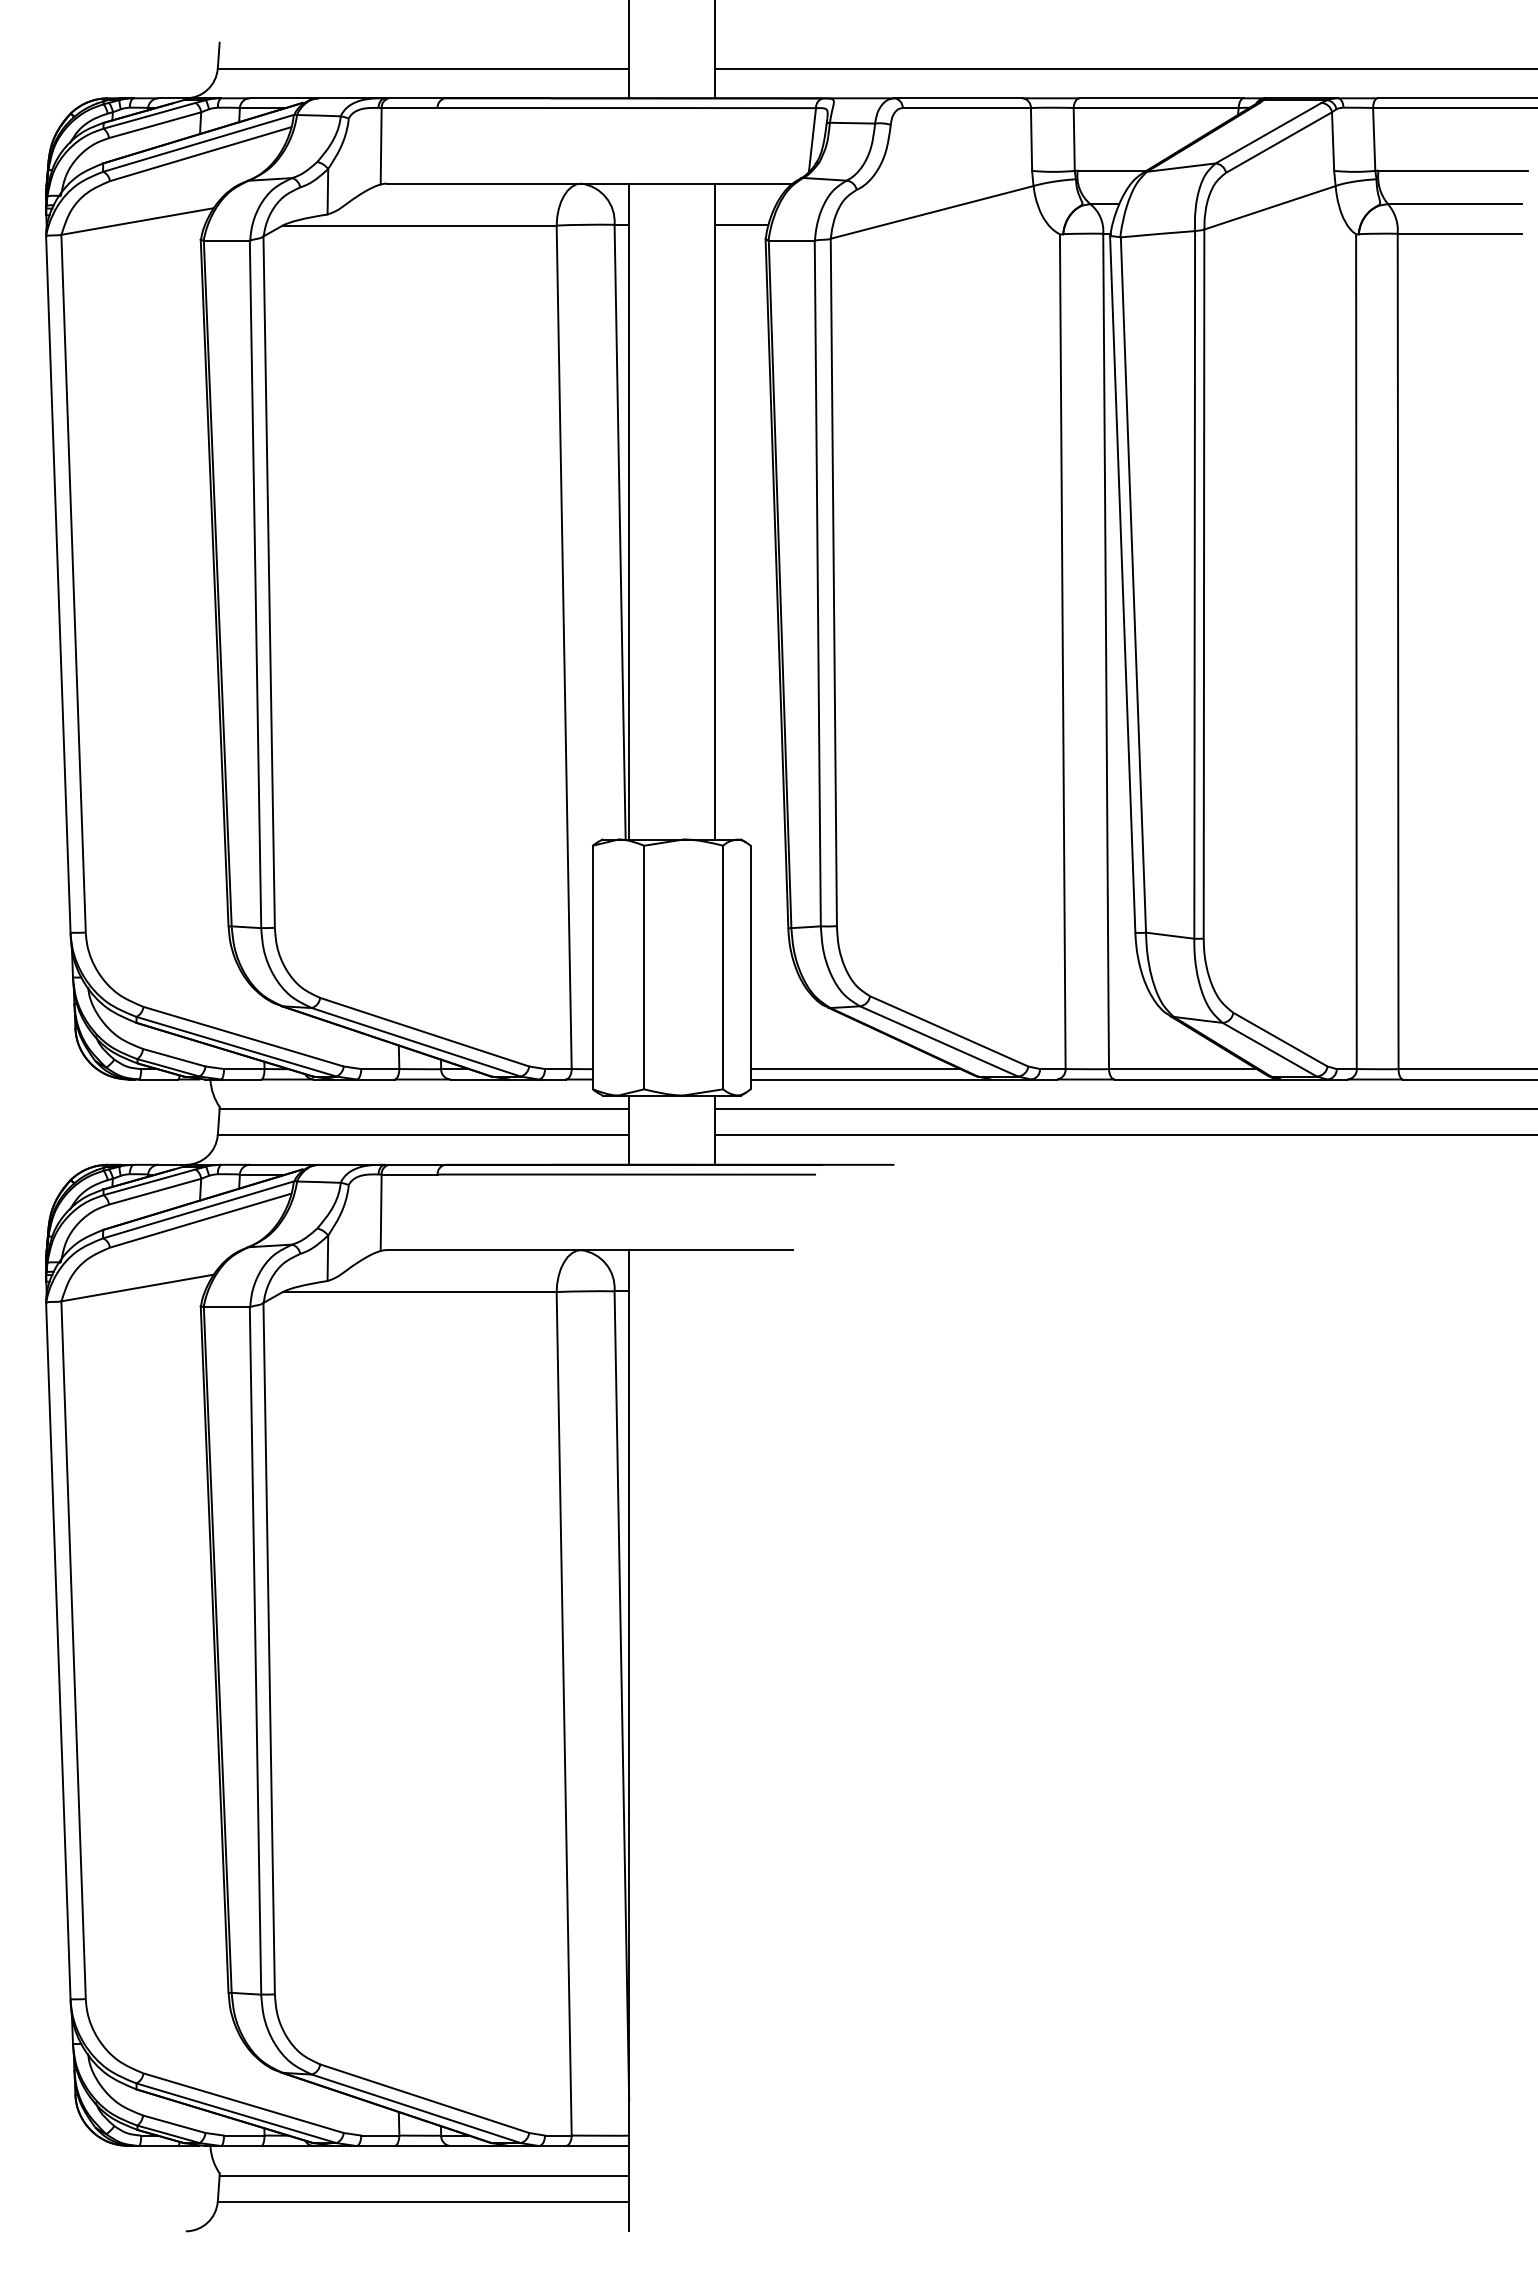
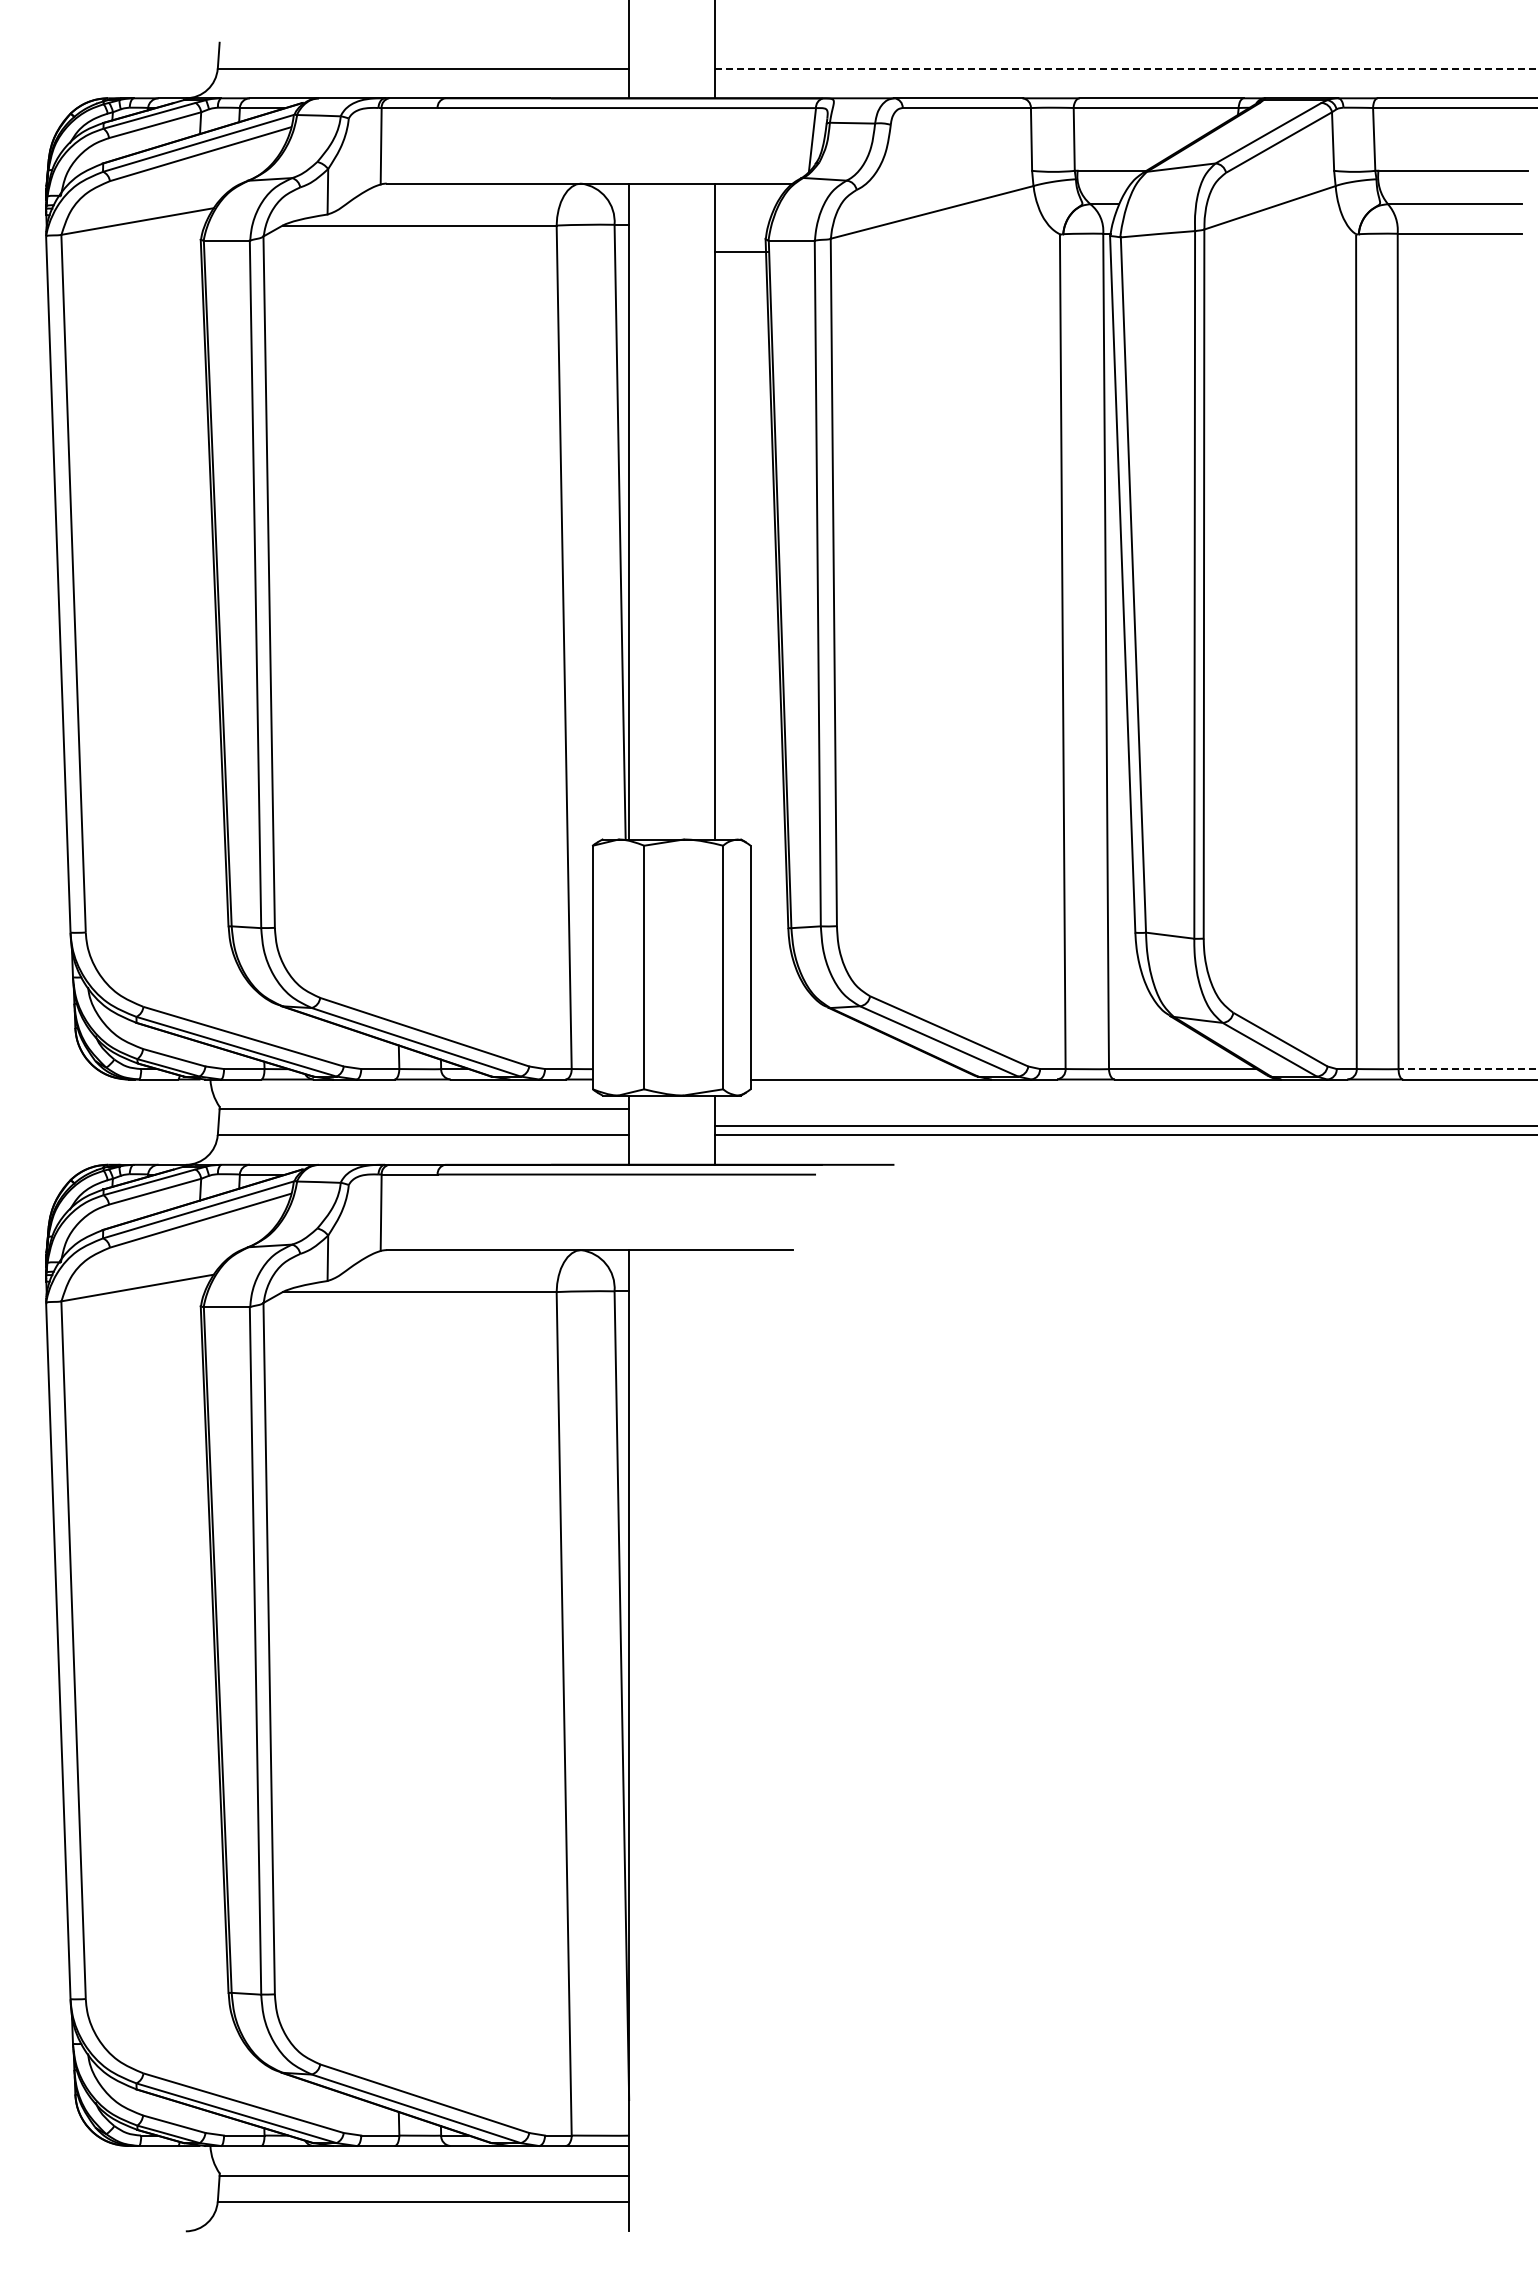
line at (1126, 68): solid -> dashed
line at (740, 224) position: (740, 224) -> (740, 251)
line at (854, 1069): present -> none
line at (1468, 1069): solid -> dashed
line at (1124, 1109) position: (1124, 1109) -> (1124, 1126)
